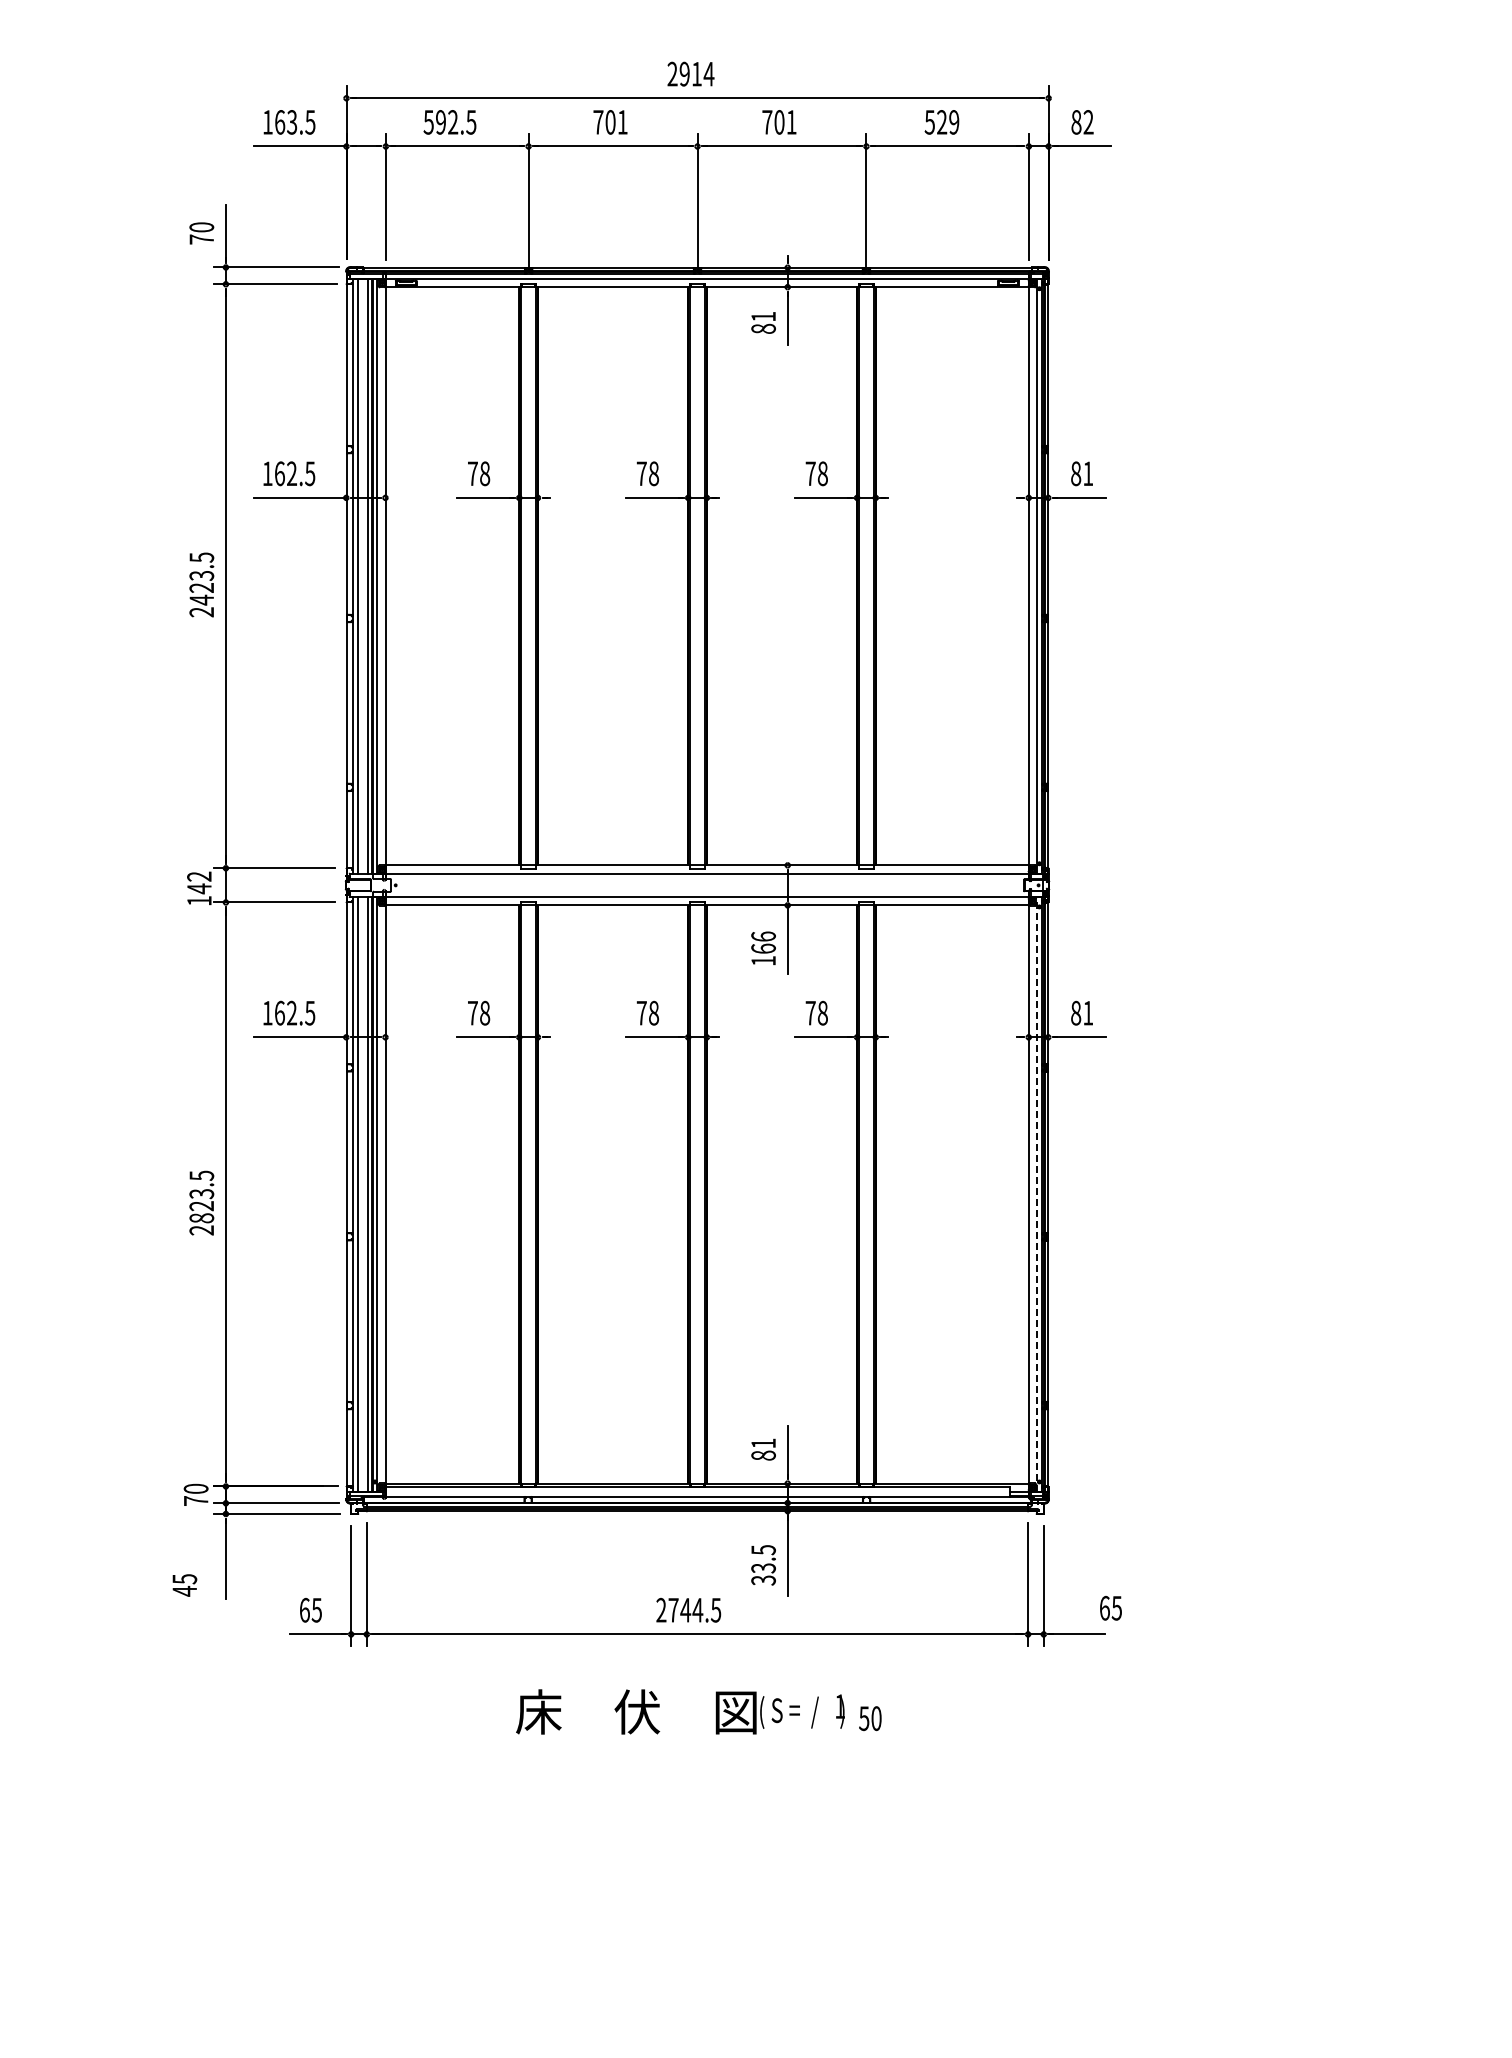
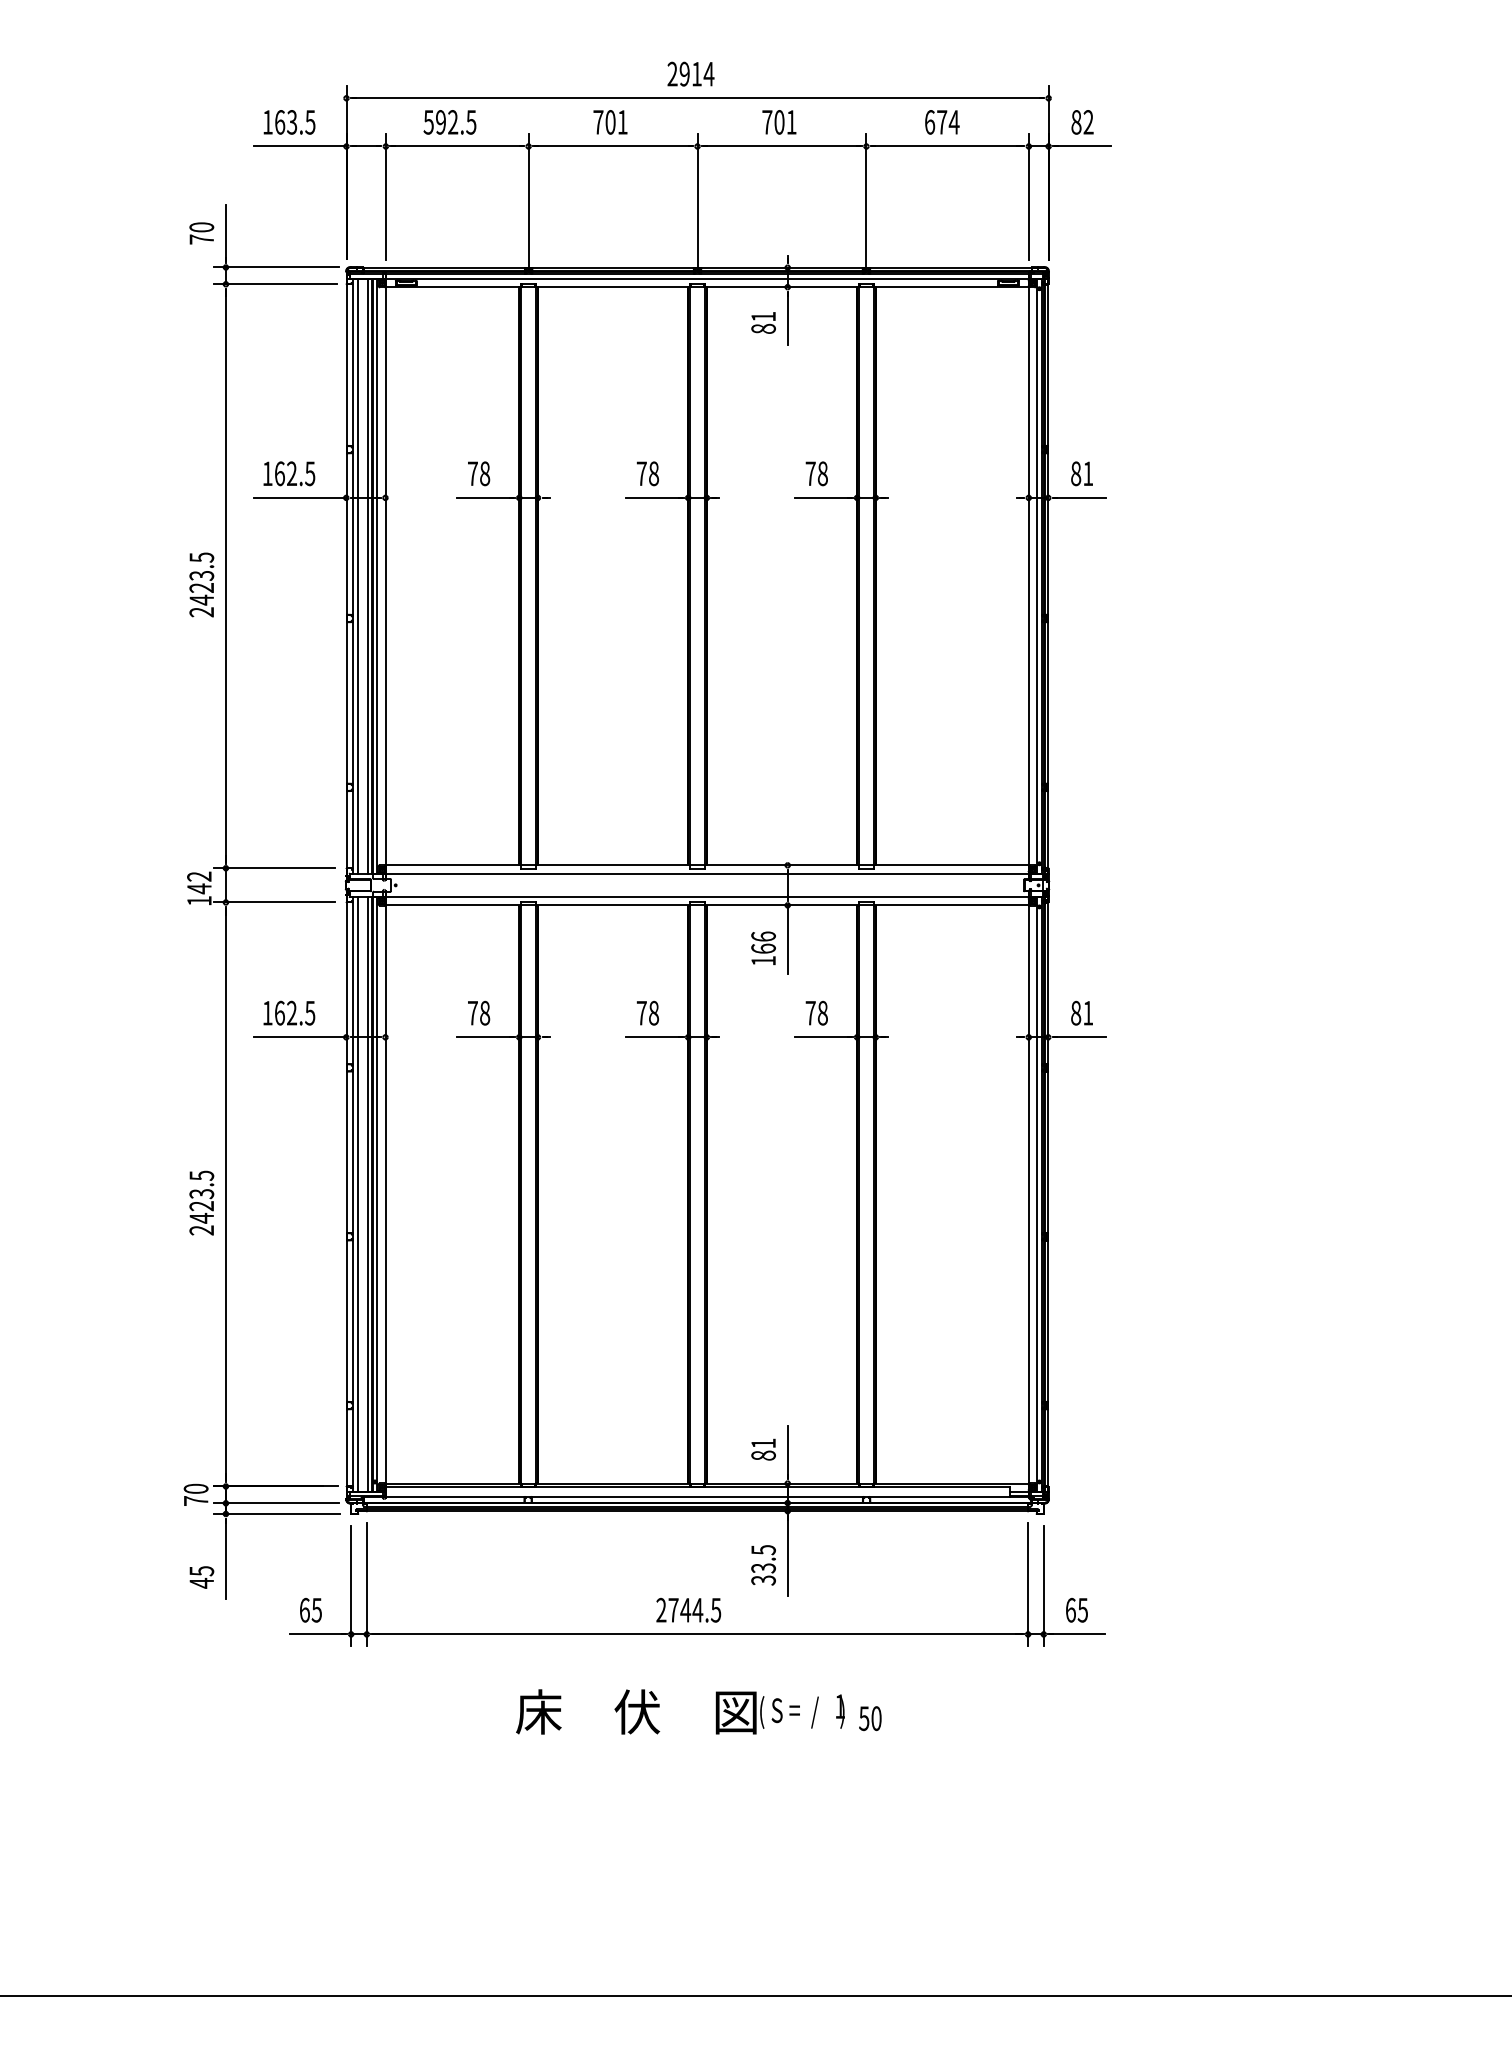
text at (941, 122): 529 -> 674
line at (1037, 1193): dashed -> solid
text at (201, 1217): 2823.5 -> 2423.5
text at (184, 1585) position: (184, 1585) -> (201, 1577)
text at (1110, 1608) position: (1110, 1608) -> (1076, 1610)
line at (755, 1996): none -> present
